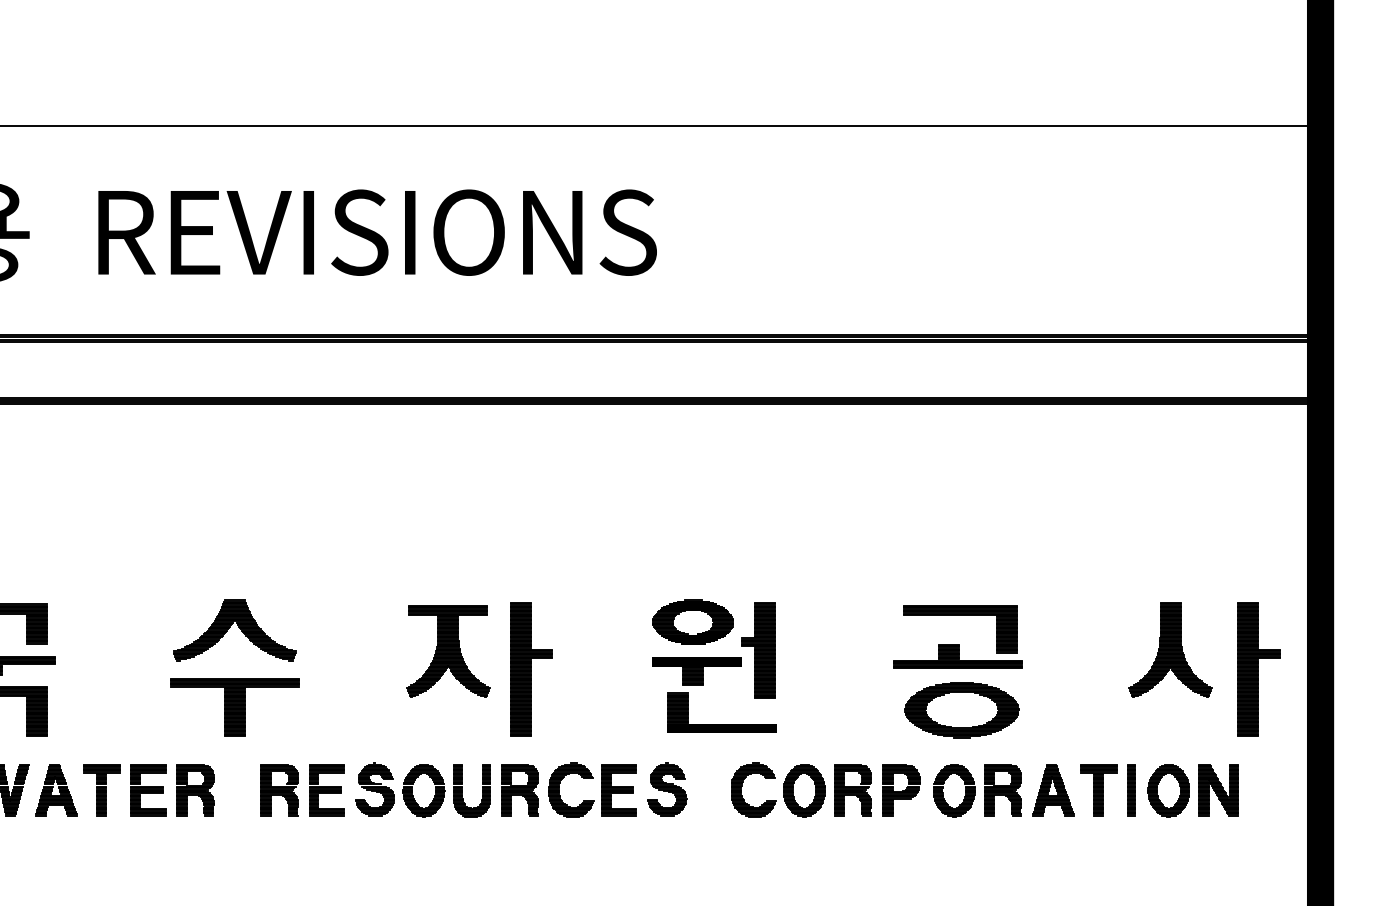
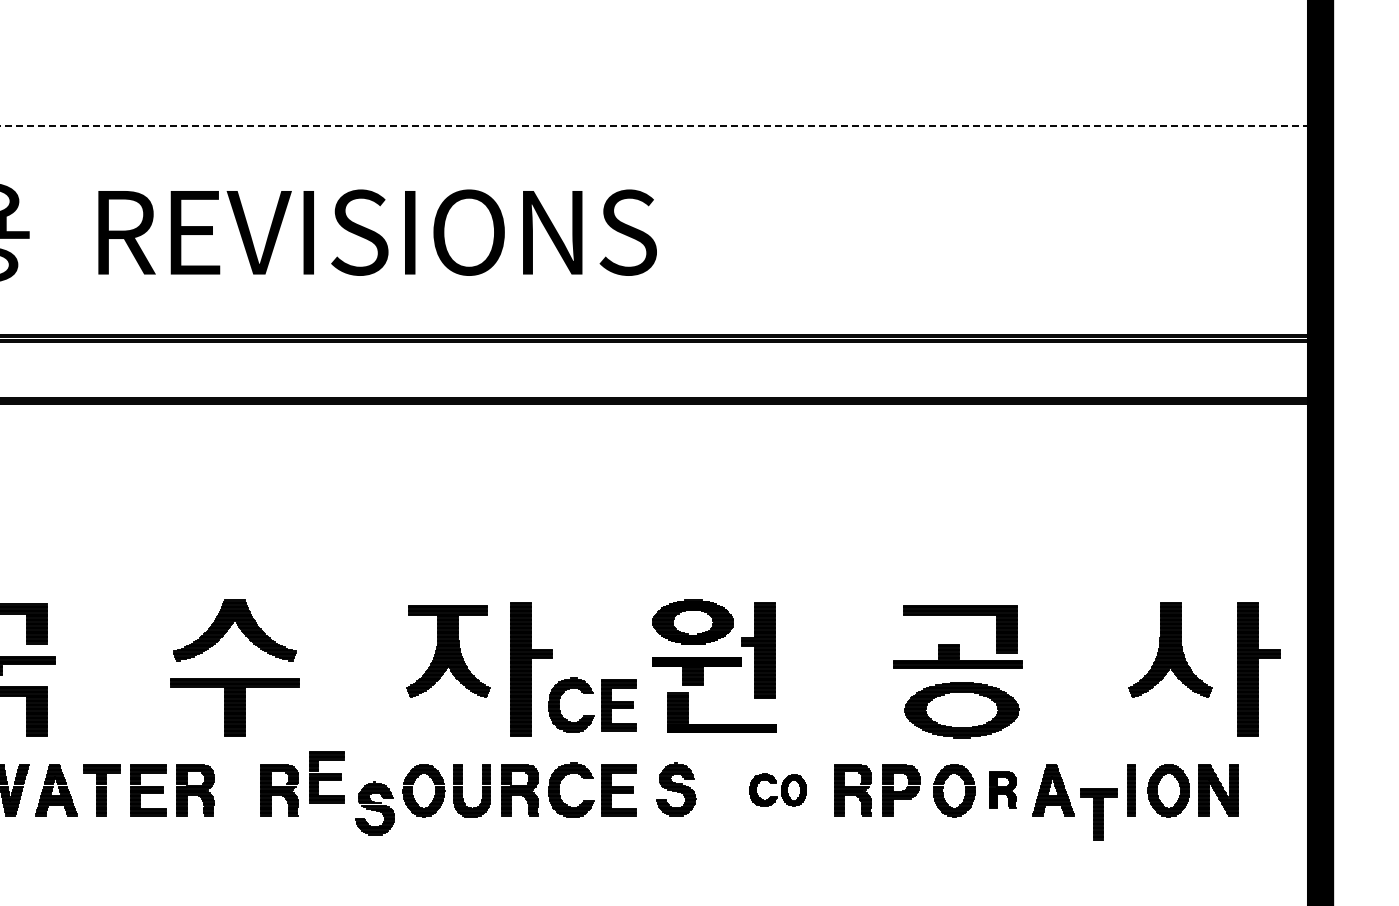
line at (657, 126): solid -> dashed
part at (601, 704): none -> present
part at (374, 789) position: (374, 789) -> (374, 808)
part at (667, 789) position: (667, 789) -> (676, 789)
part at (778, 789) size: 95x56 px -> 58x34 px
part at (326, 790) position: (326, 790) -> (326, 777)
part at (1002, 790) size: 38x53 px -> 28x38 px
part at (1098, 790) position: (1098, 790) -> (1098, 814)
